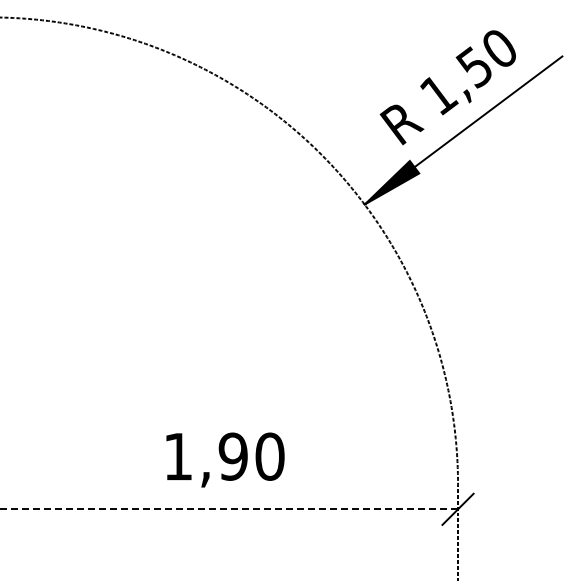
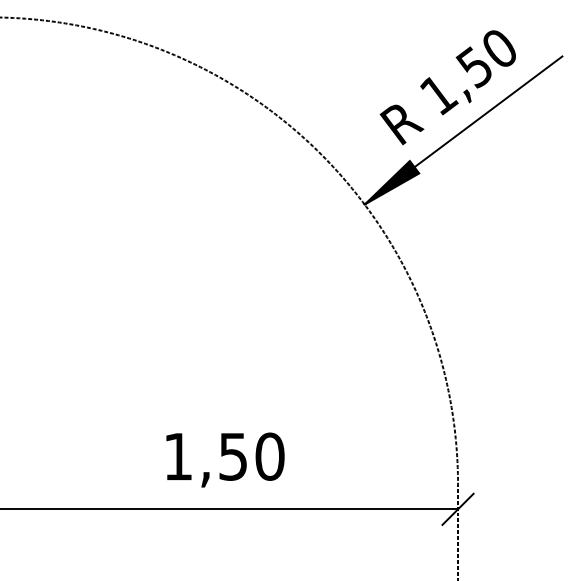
text at (232, 456): 1,90 -> 1,50
line at (229, 509): dashed -> solid
